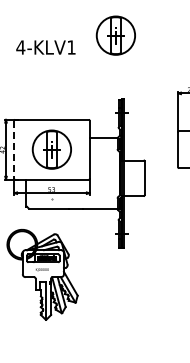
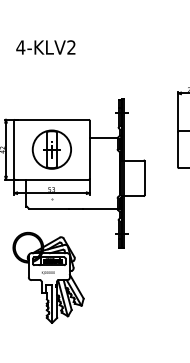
part at (115, 35): present -> none
text at (71, 47): 4-KLV1 -> 4-KLV2
line at (14, 150): dashed -> solid
part at (42, 274) position: (42, 274) -> (48, 277)
